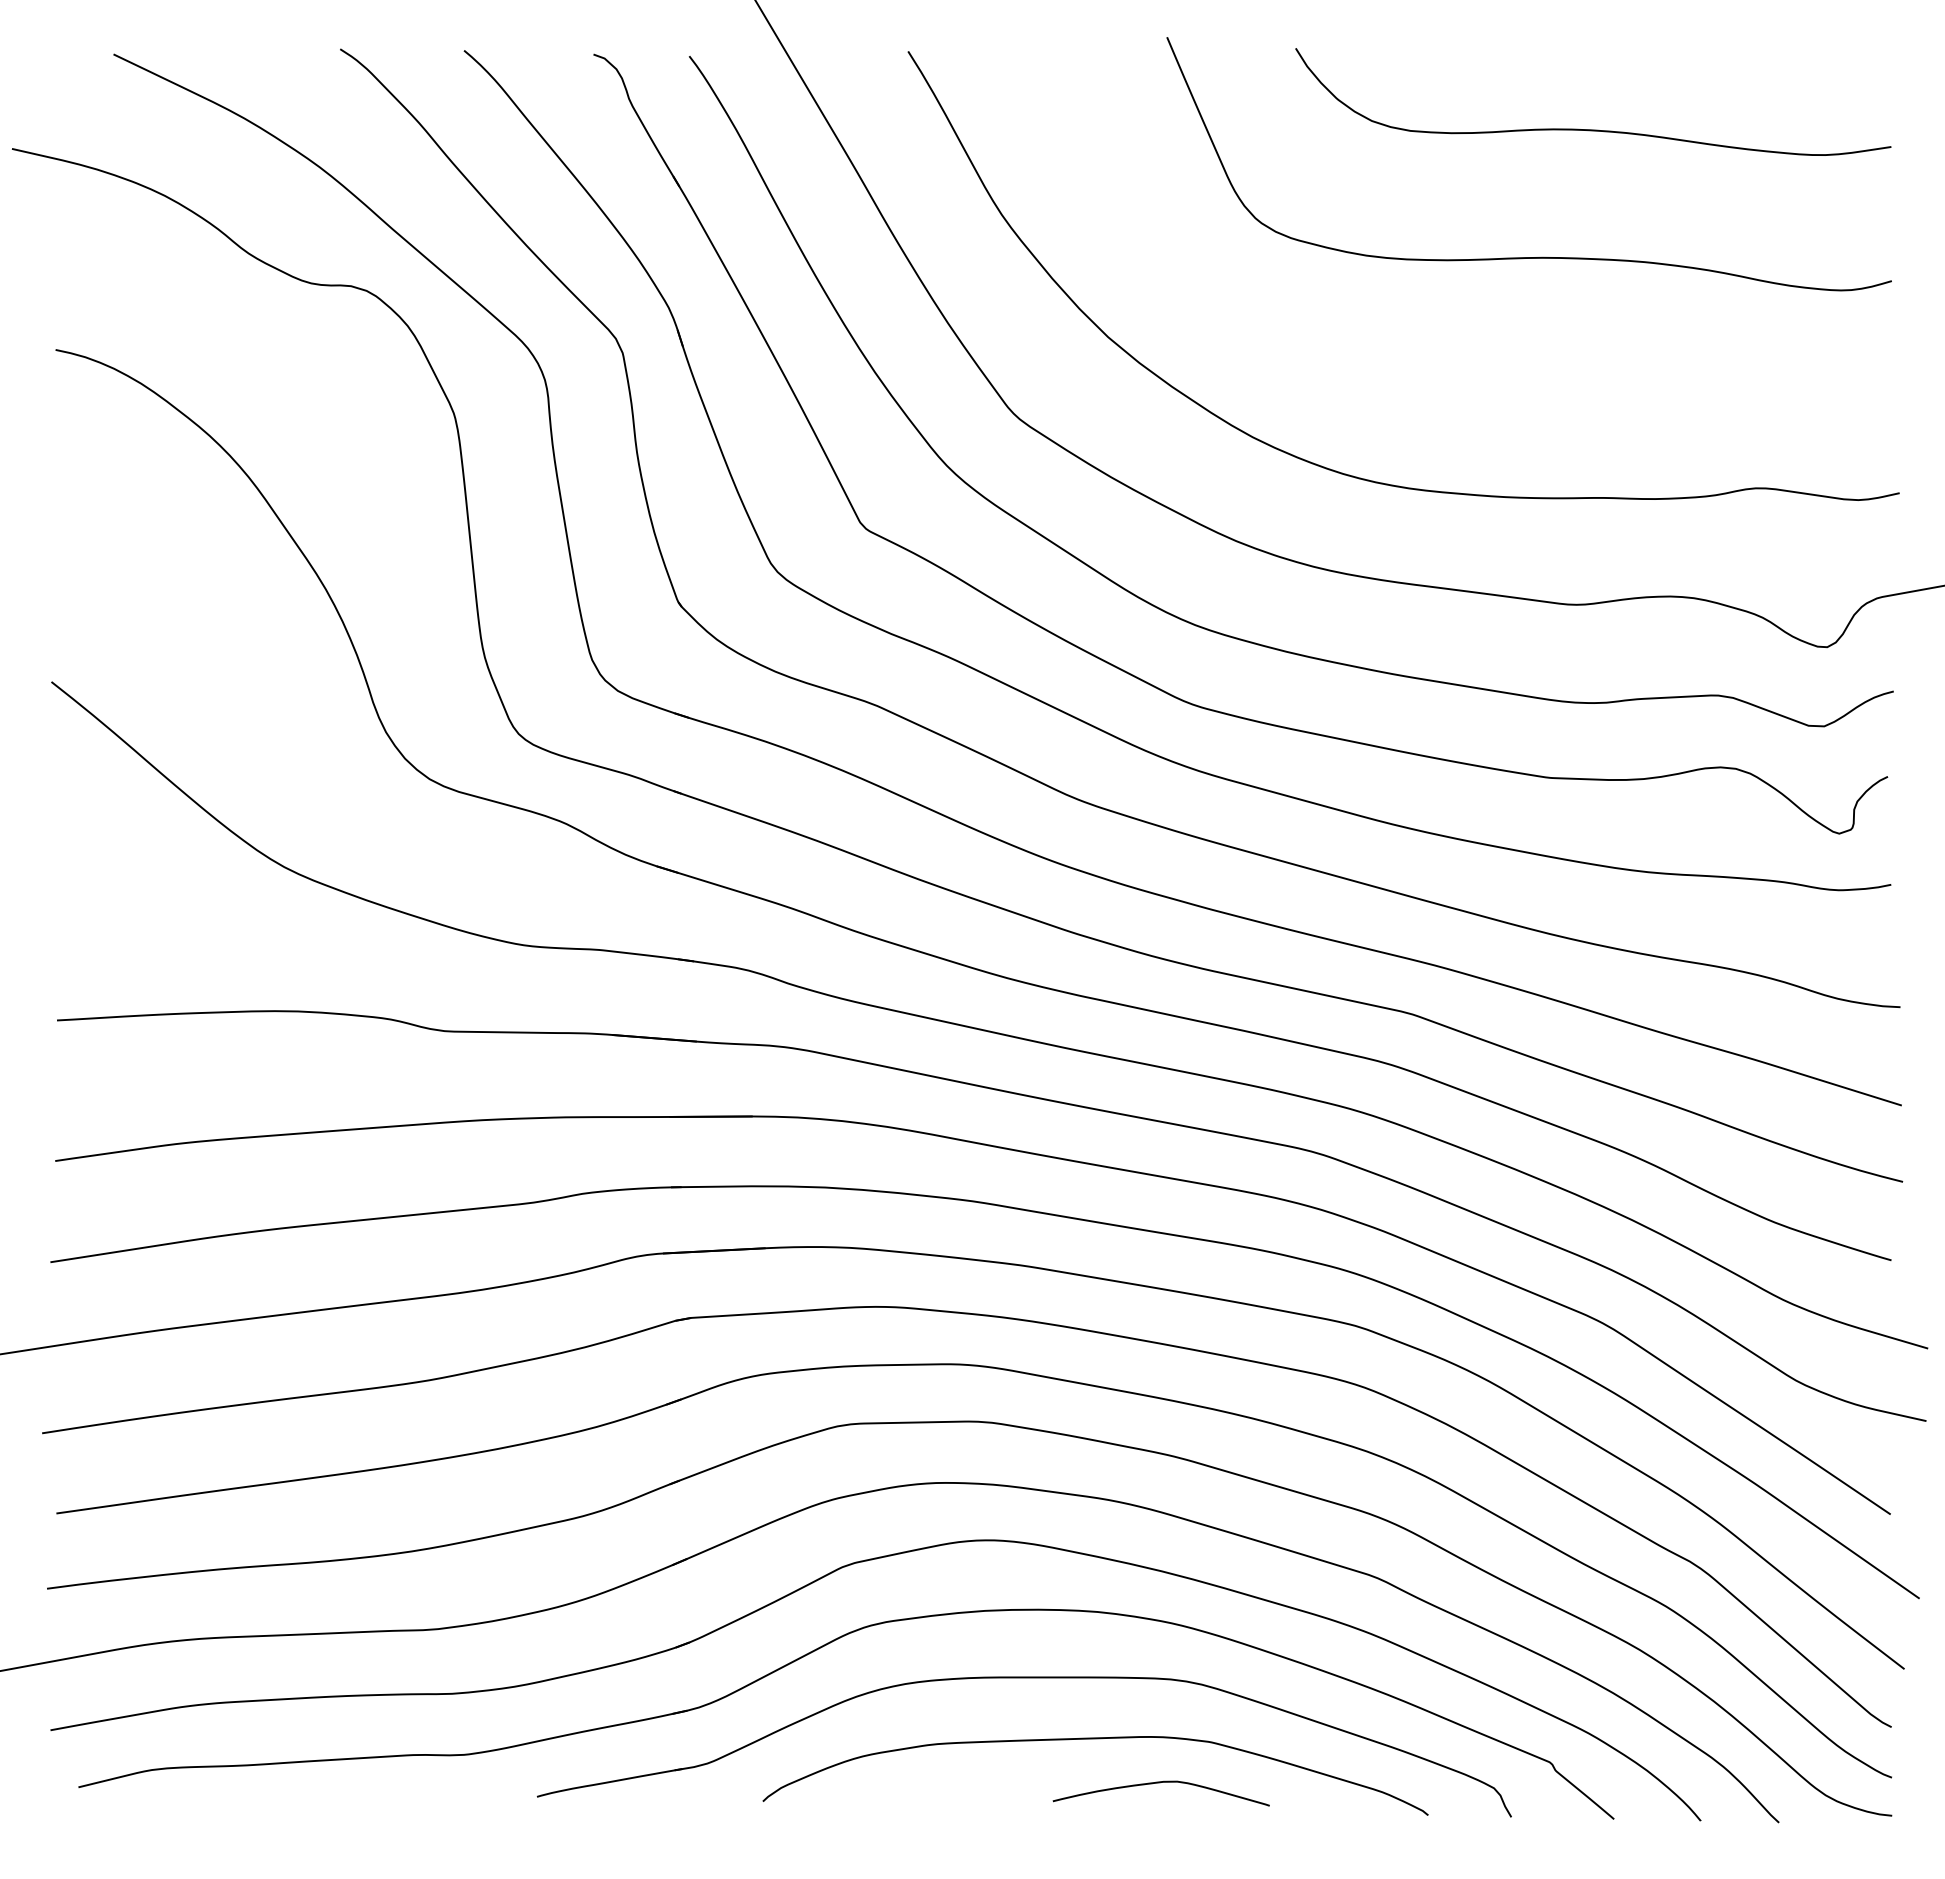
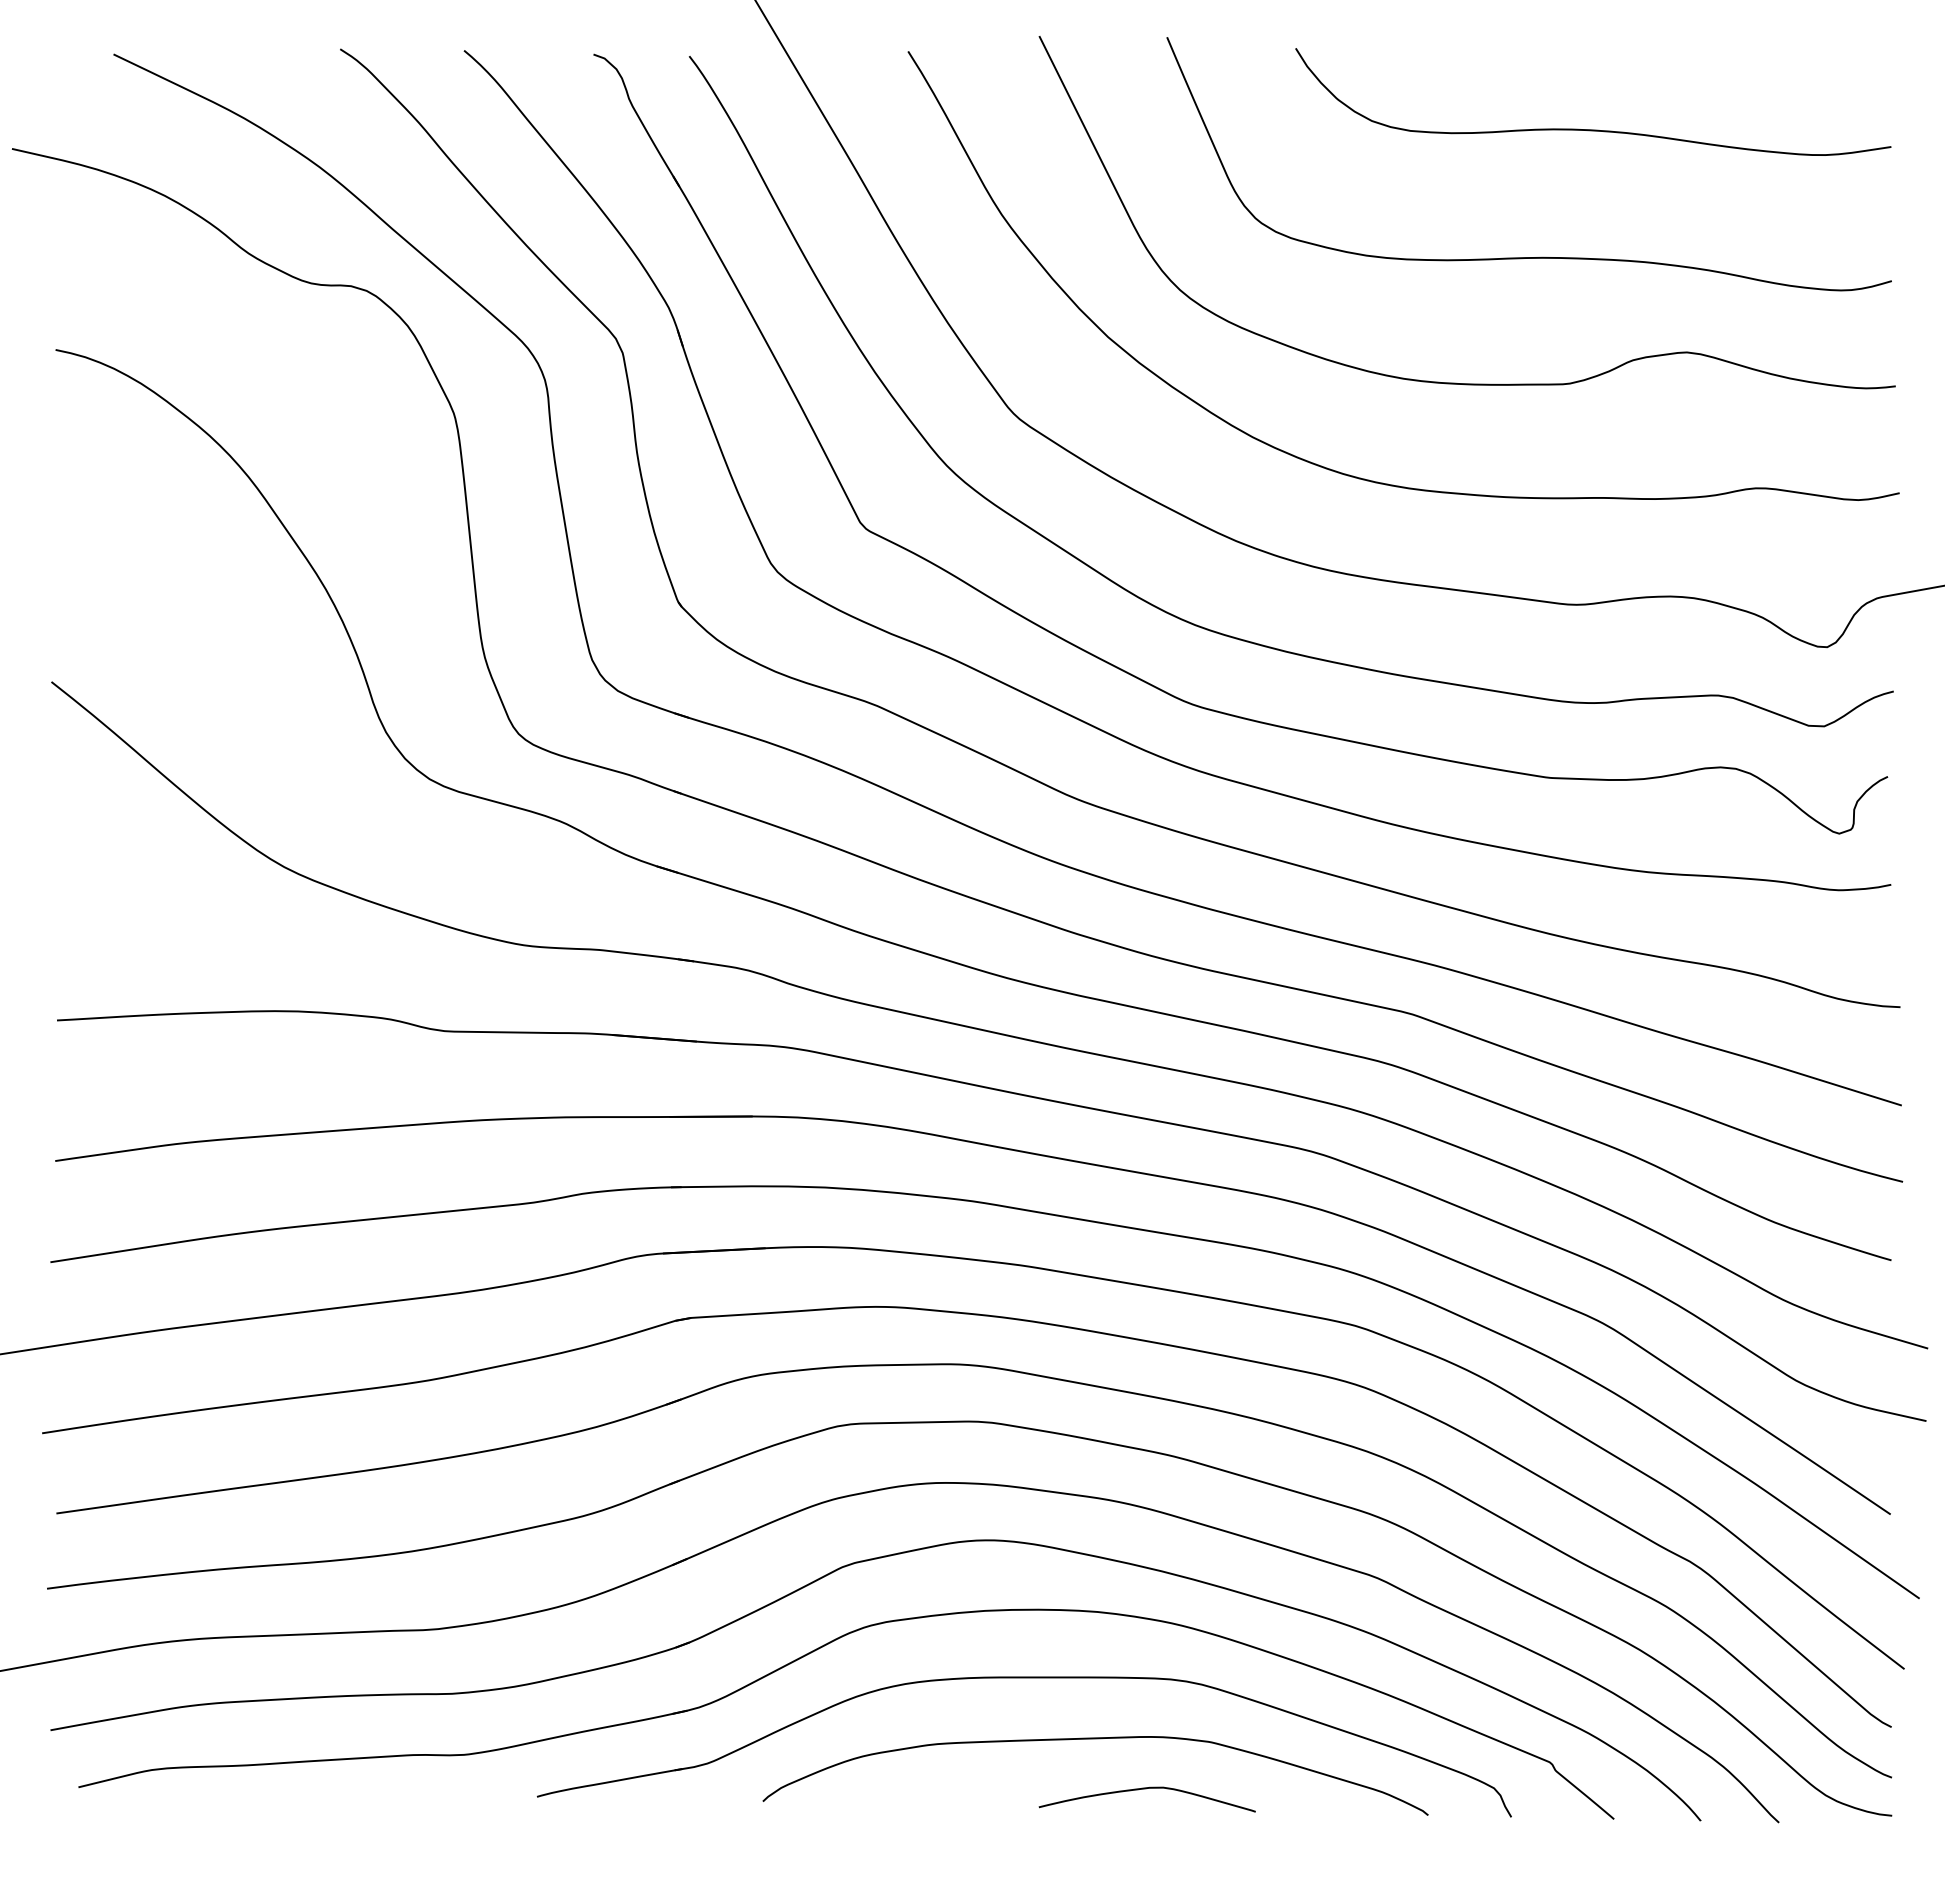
curve at (1456, 382): none -> present
curve at (1160, 1783) position: (1160, 1783) -> (1146, 1789)
